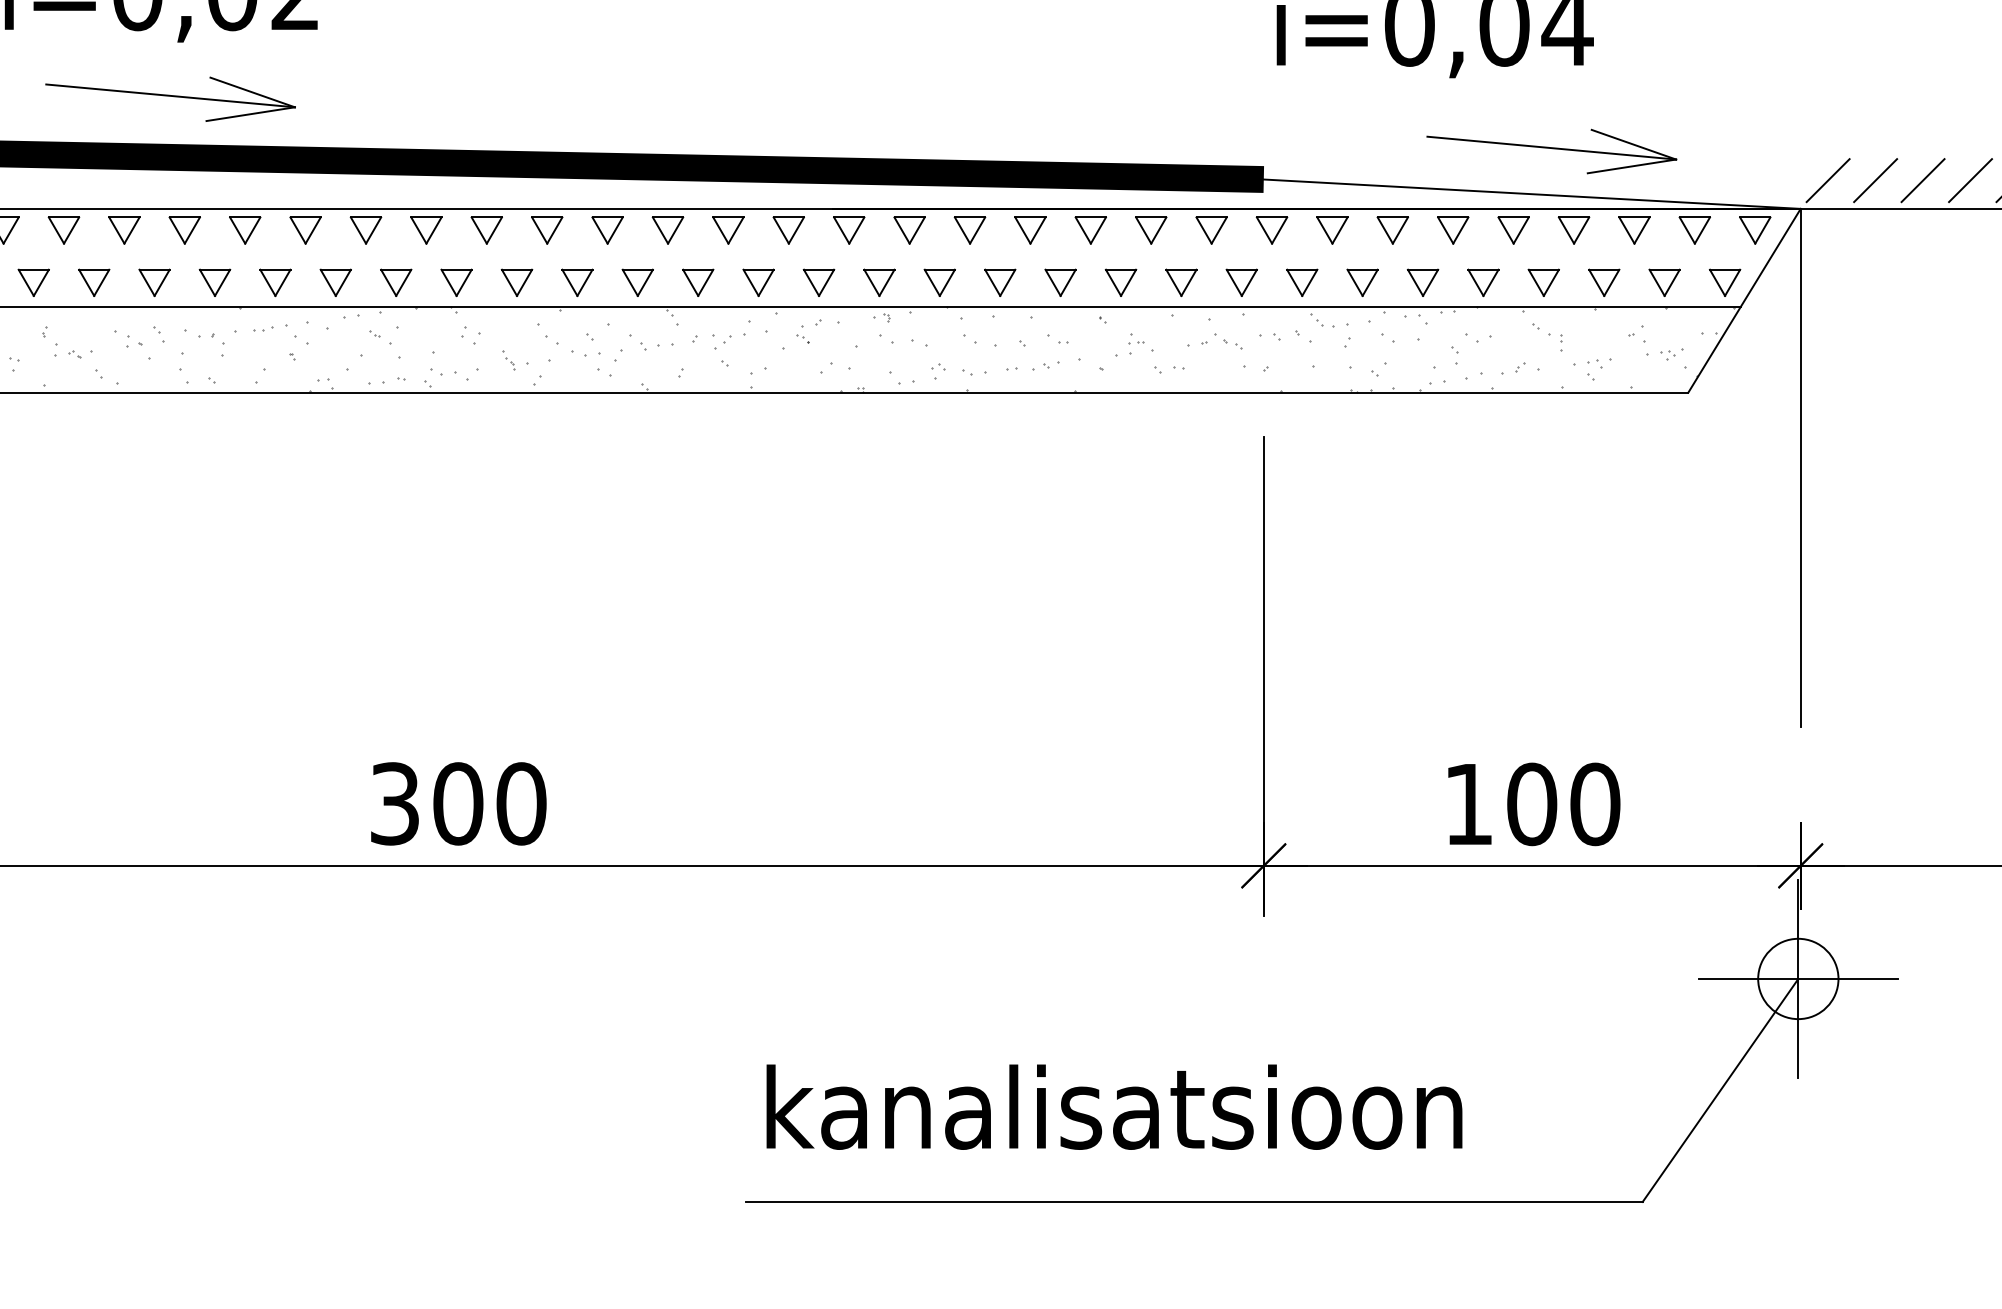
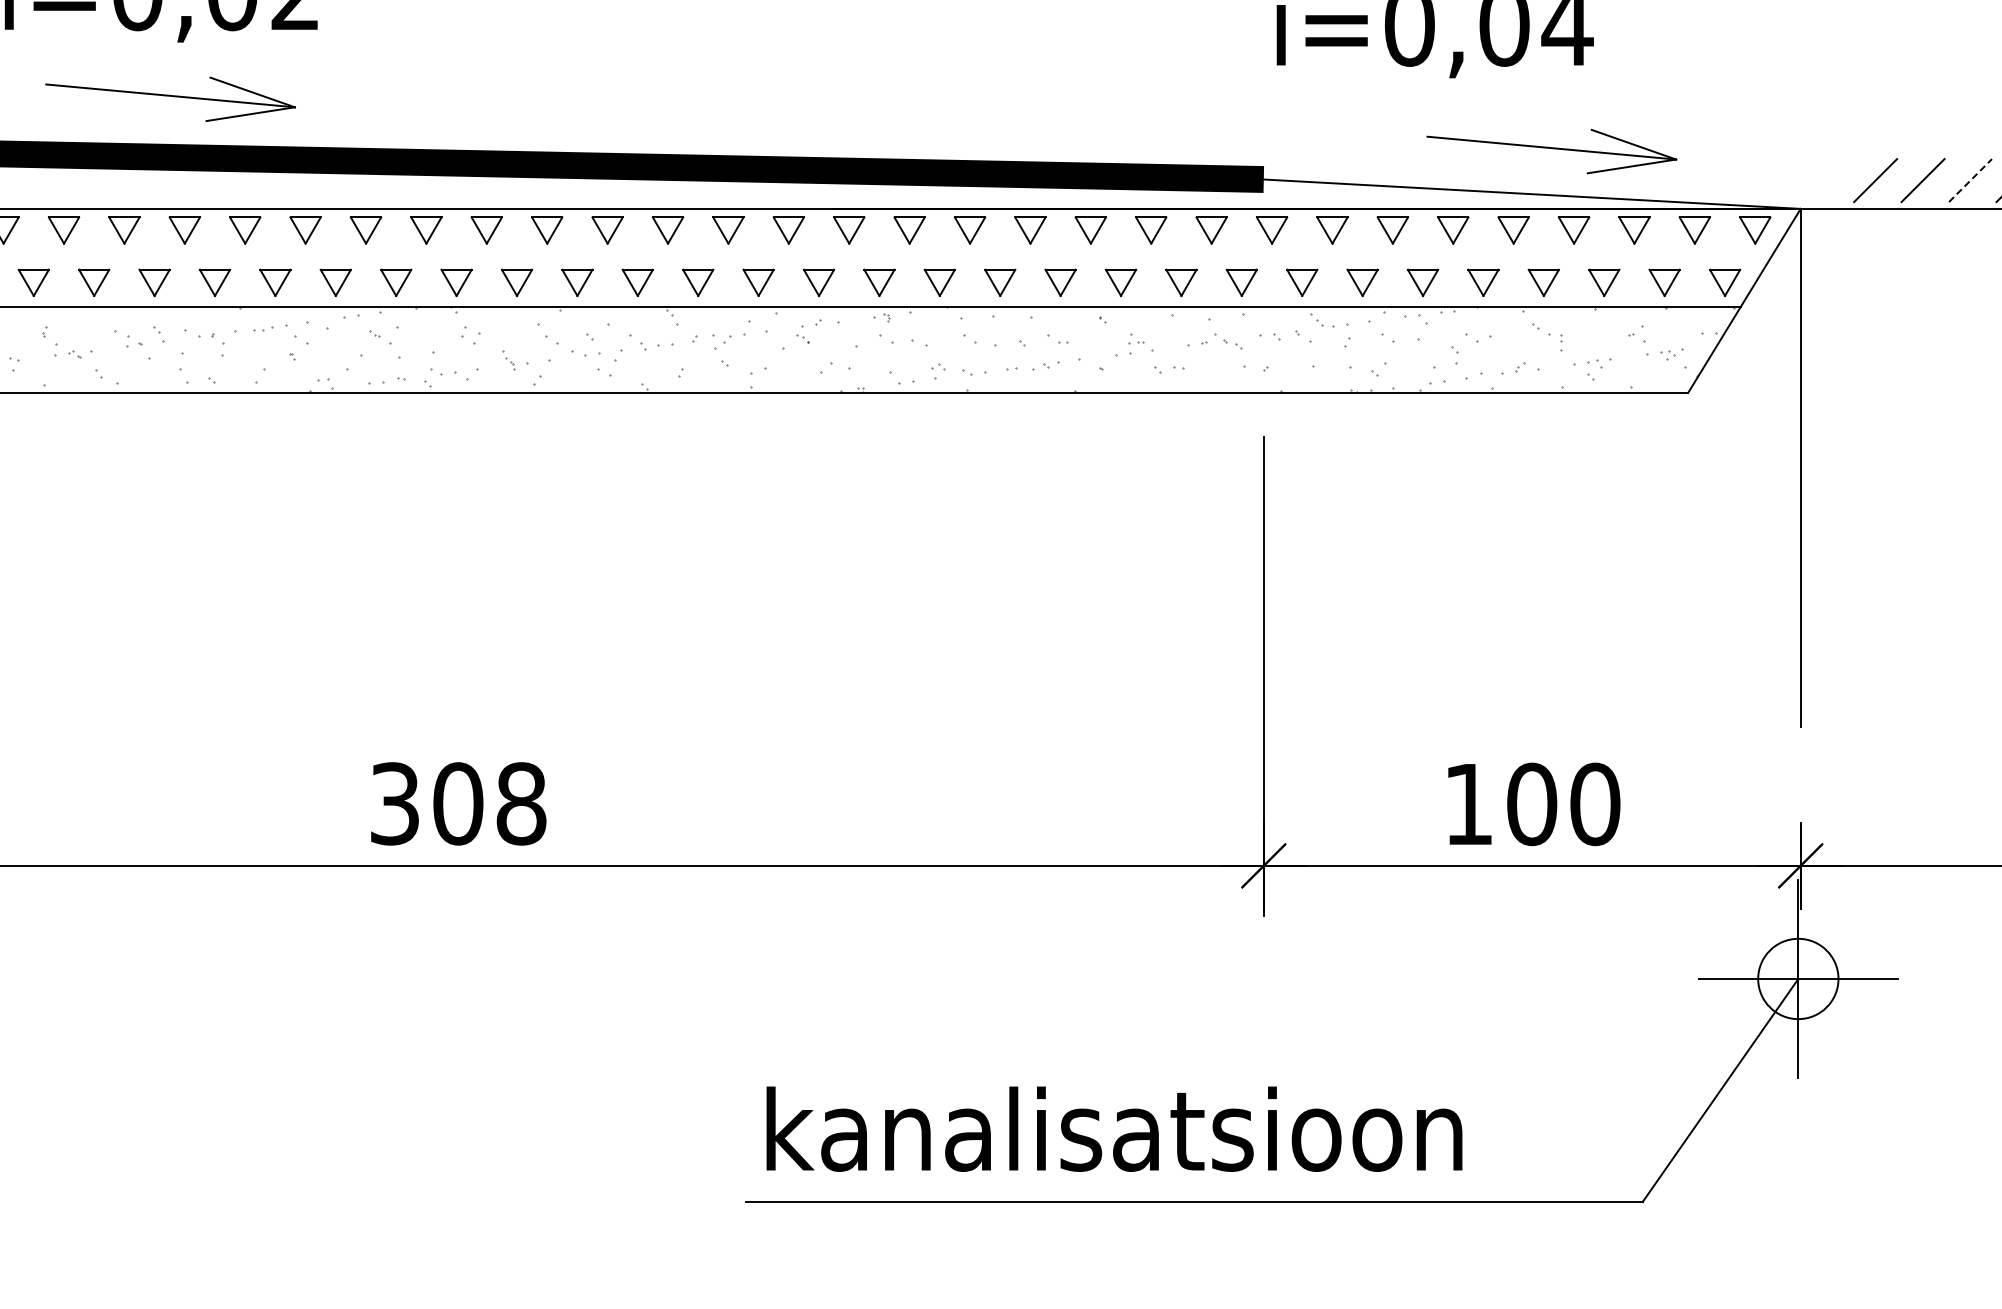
line at (1827, 180): present -> none
line at (1970, 180): solid -> dashed
text at (521, 803): 300 -> 308
text at (1114, 1106) position: (1114, 1106) -> (1114, 1128)
